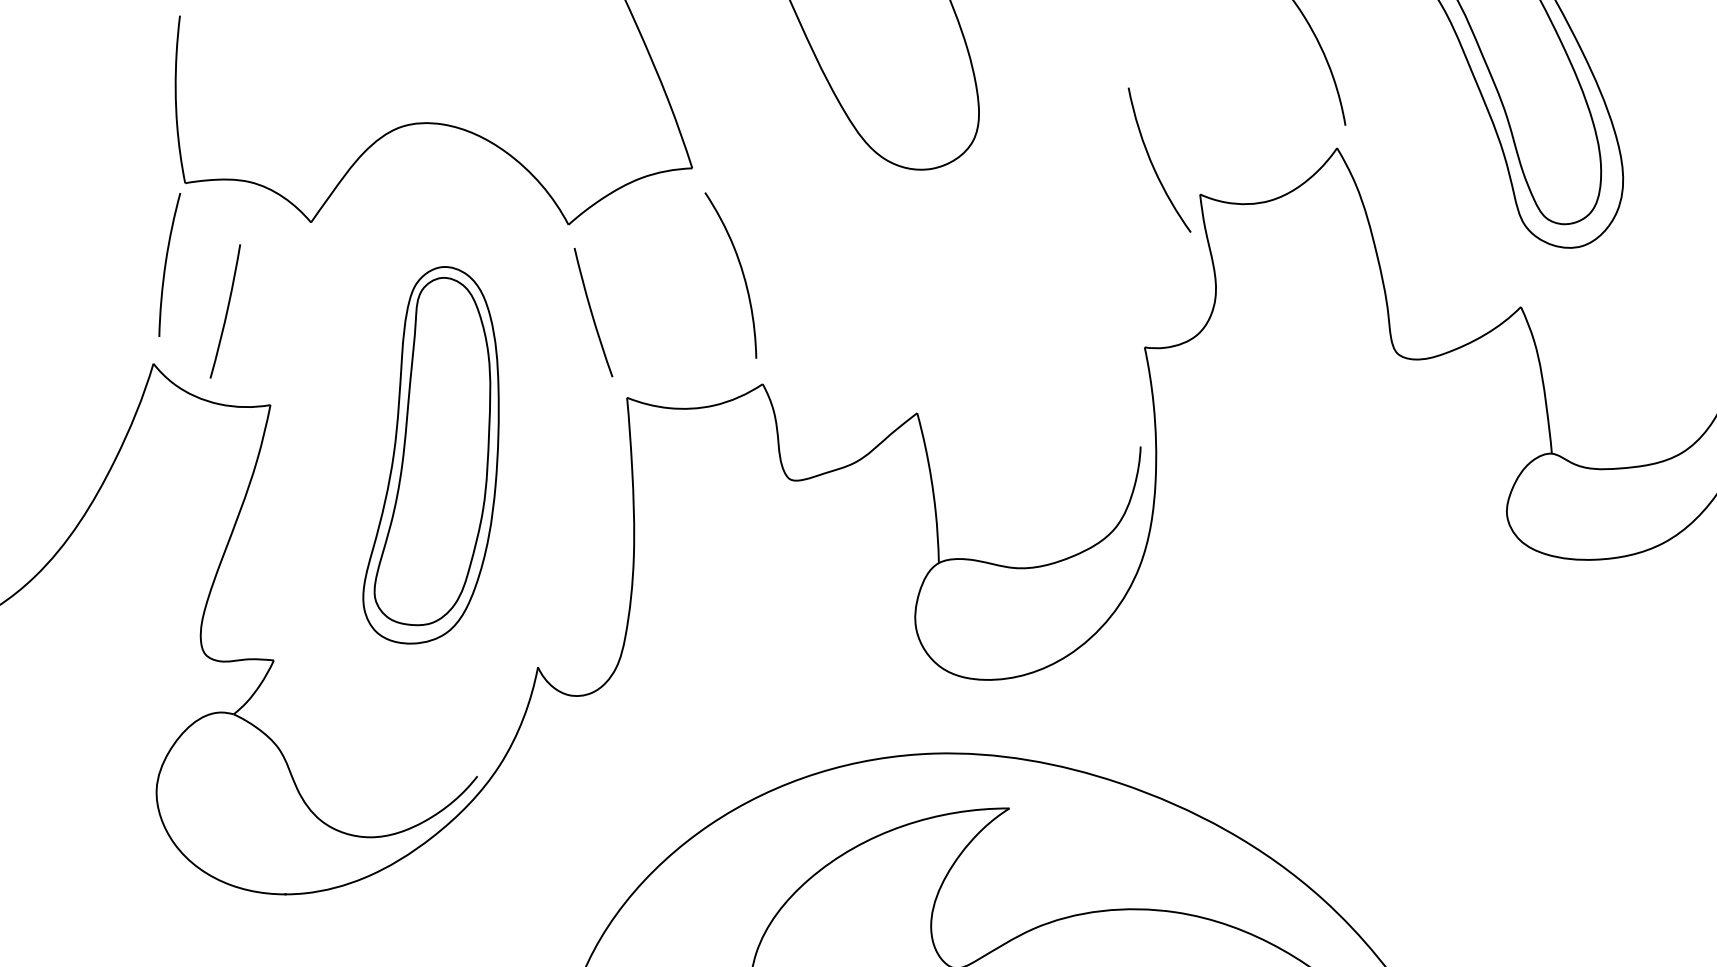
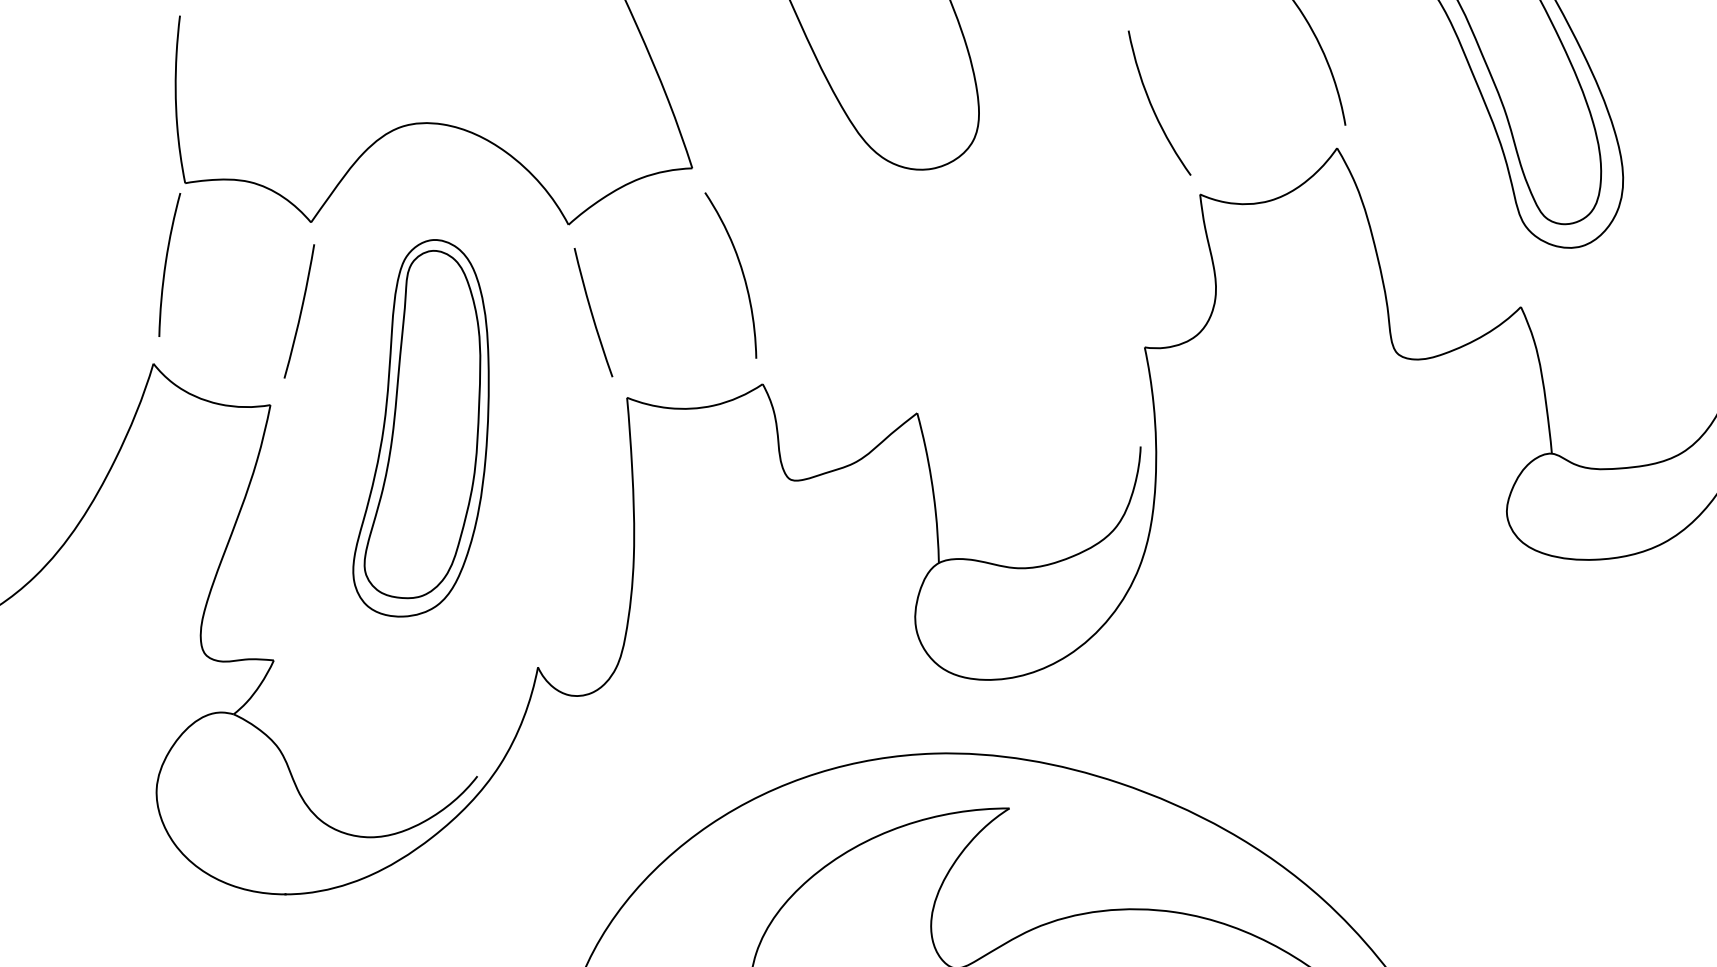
curve at (1152, 162) position: (1152, 162) -> (1152, 105)
curve at (226, 311) position: (226, 311) -> (300, 311)
part at (430, 455) position: (430, 455) -> (420, 428)
